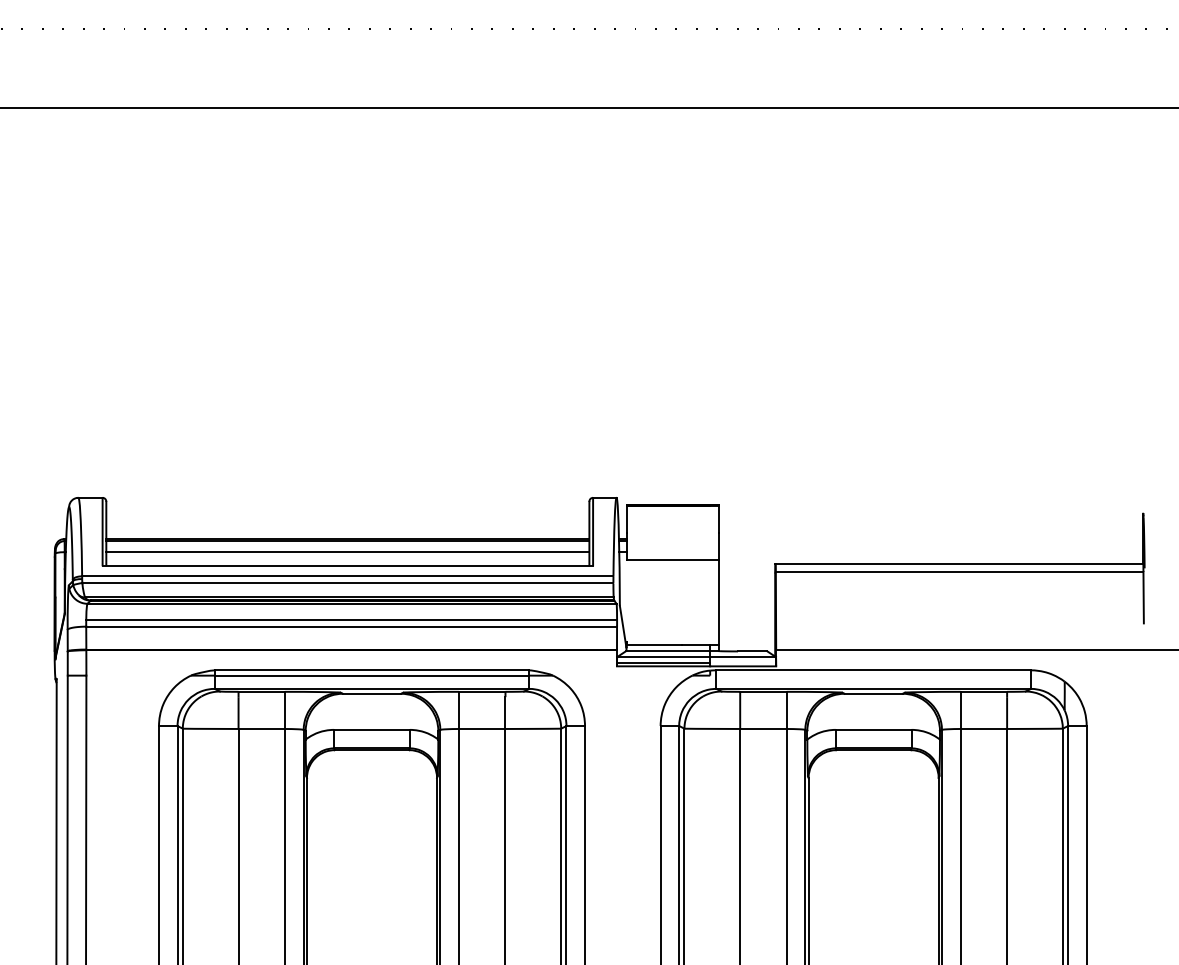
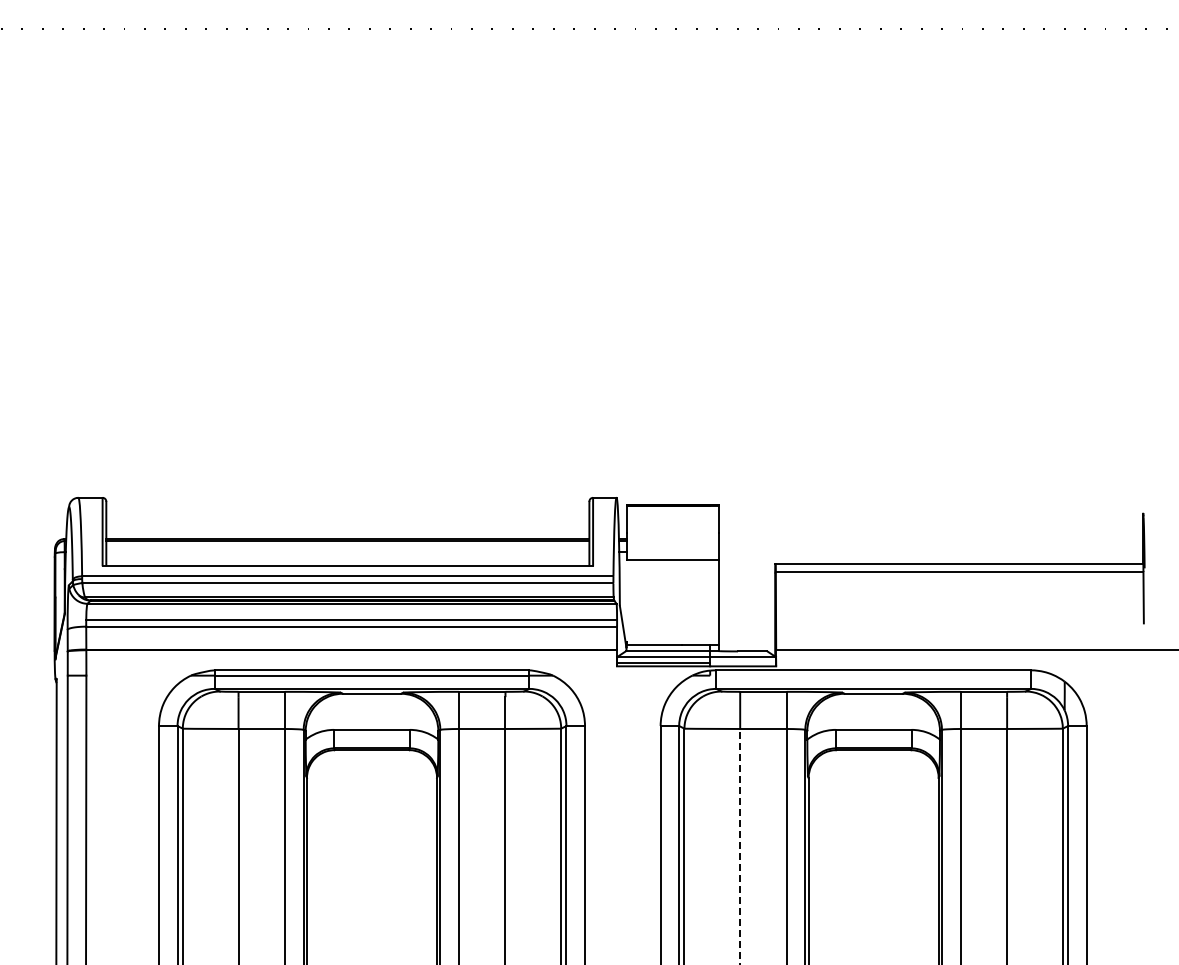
line at (588, 107): present -> none
line at (347, 552): present -> none
line at (740, 846): solid -> dashed
